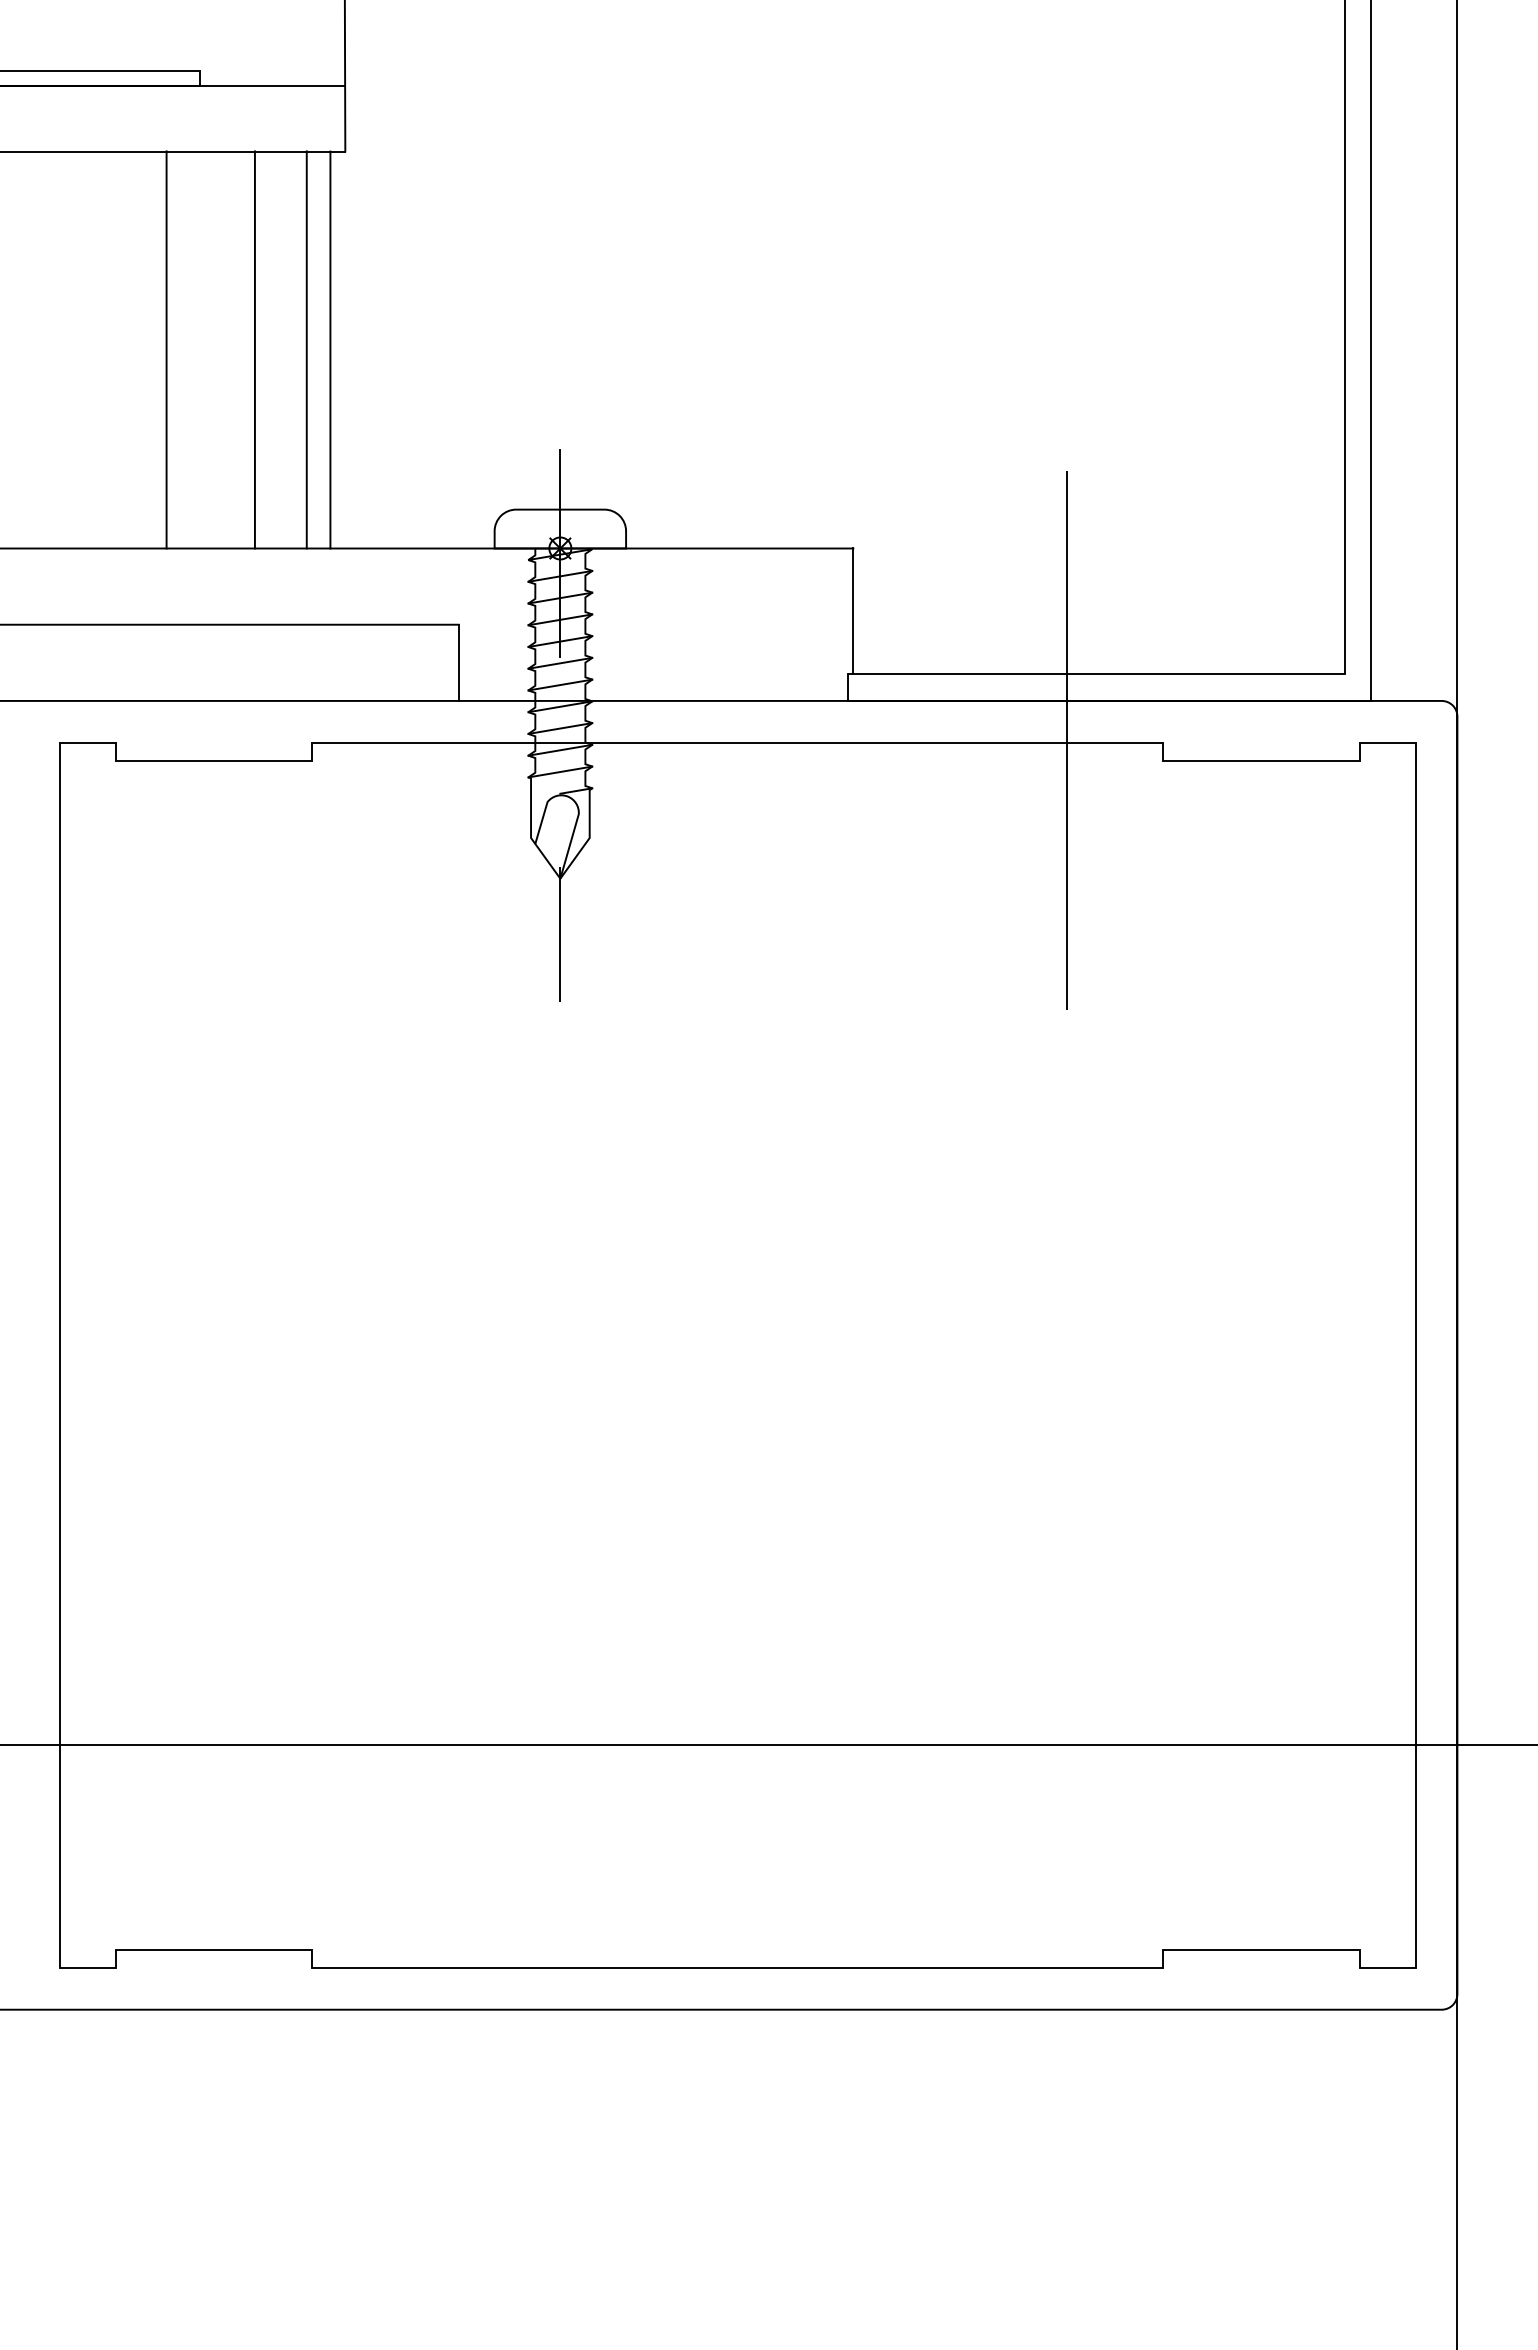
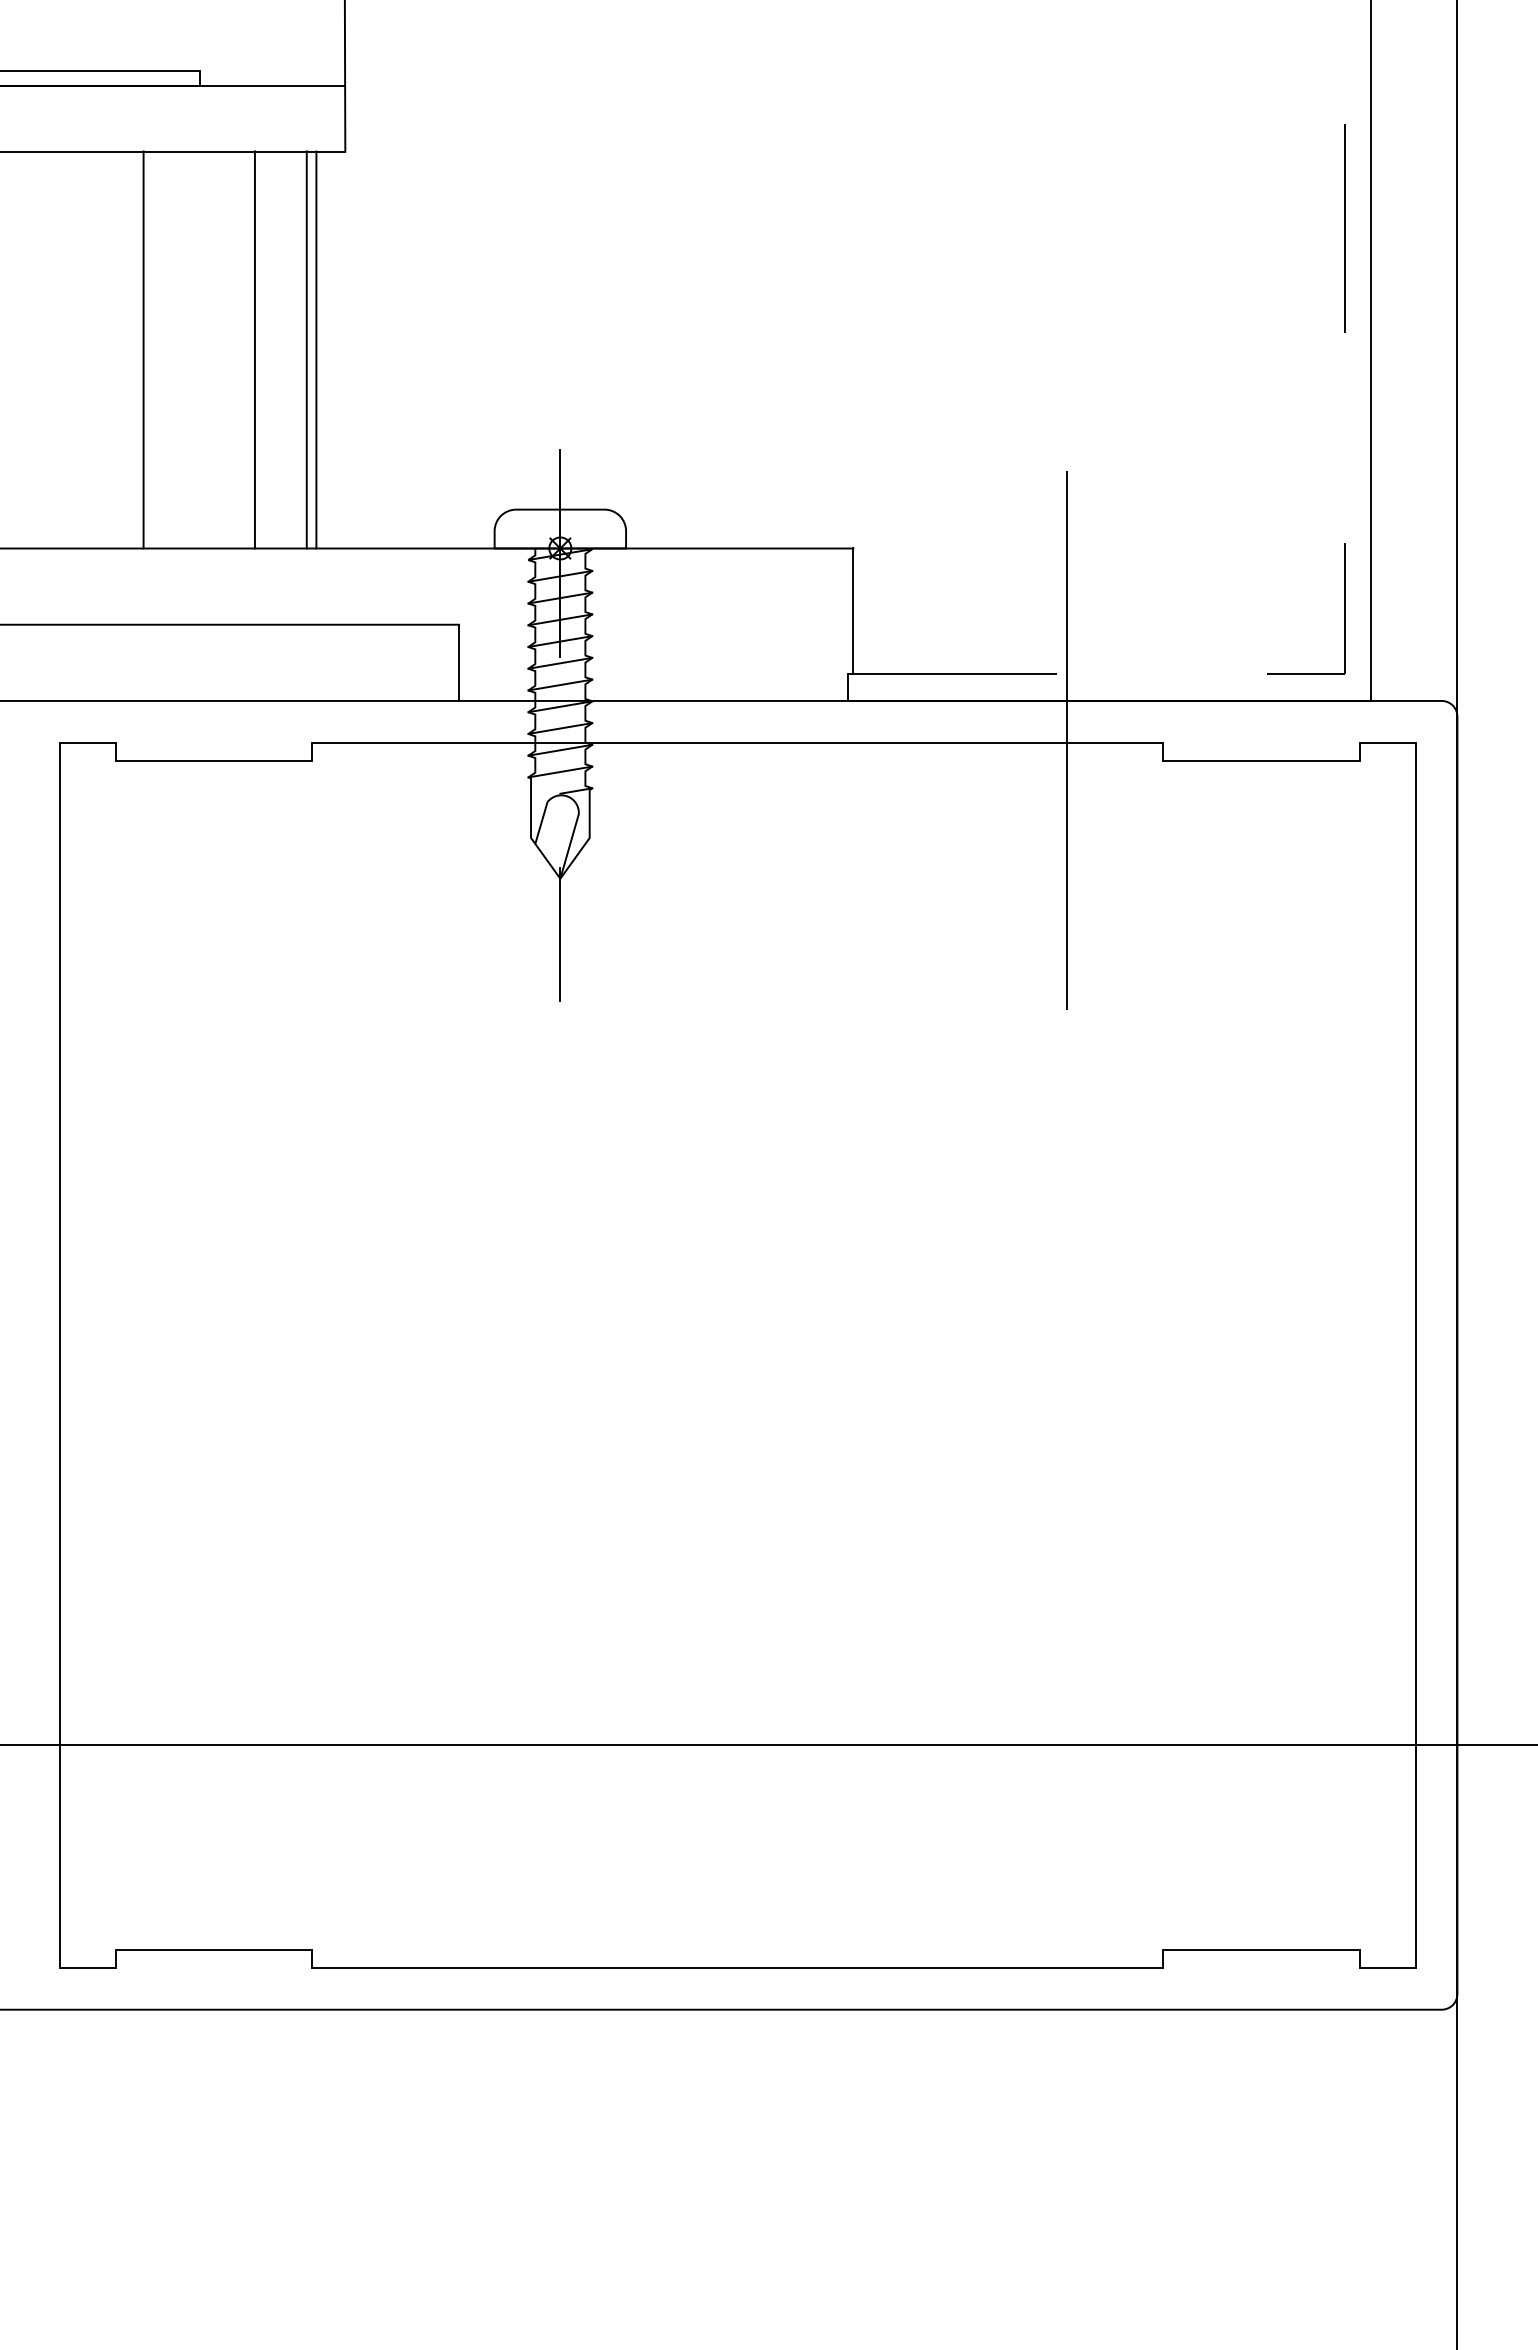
line at (166, 349) position: (166, 349) -> (143, 349)
line at (330, 349) position: (330, 349) -> (316, 349)
line at (1344, 586): solid -> dashed
